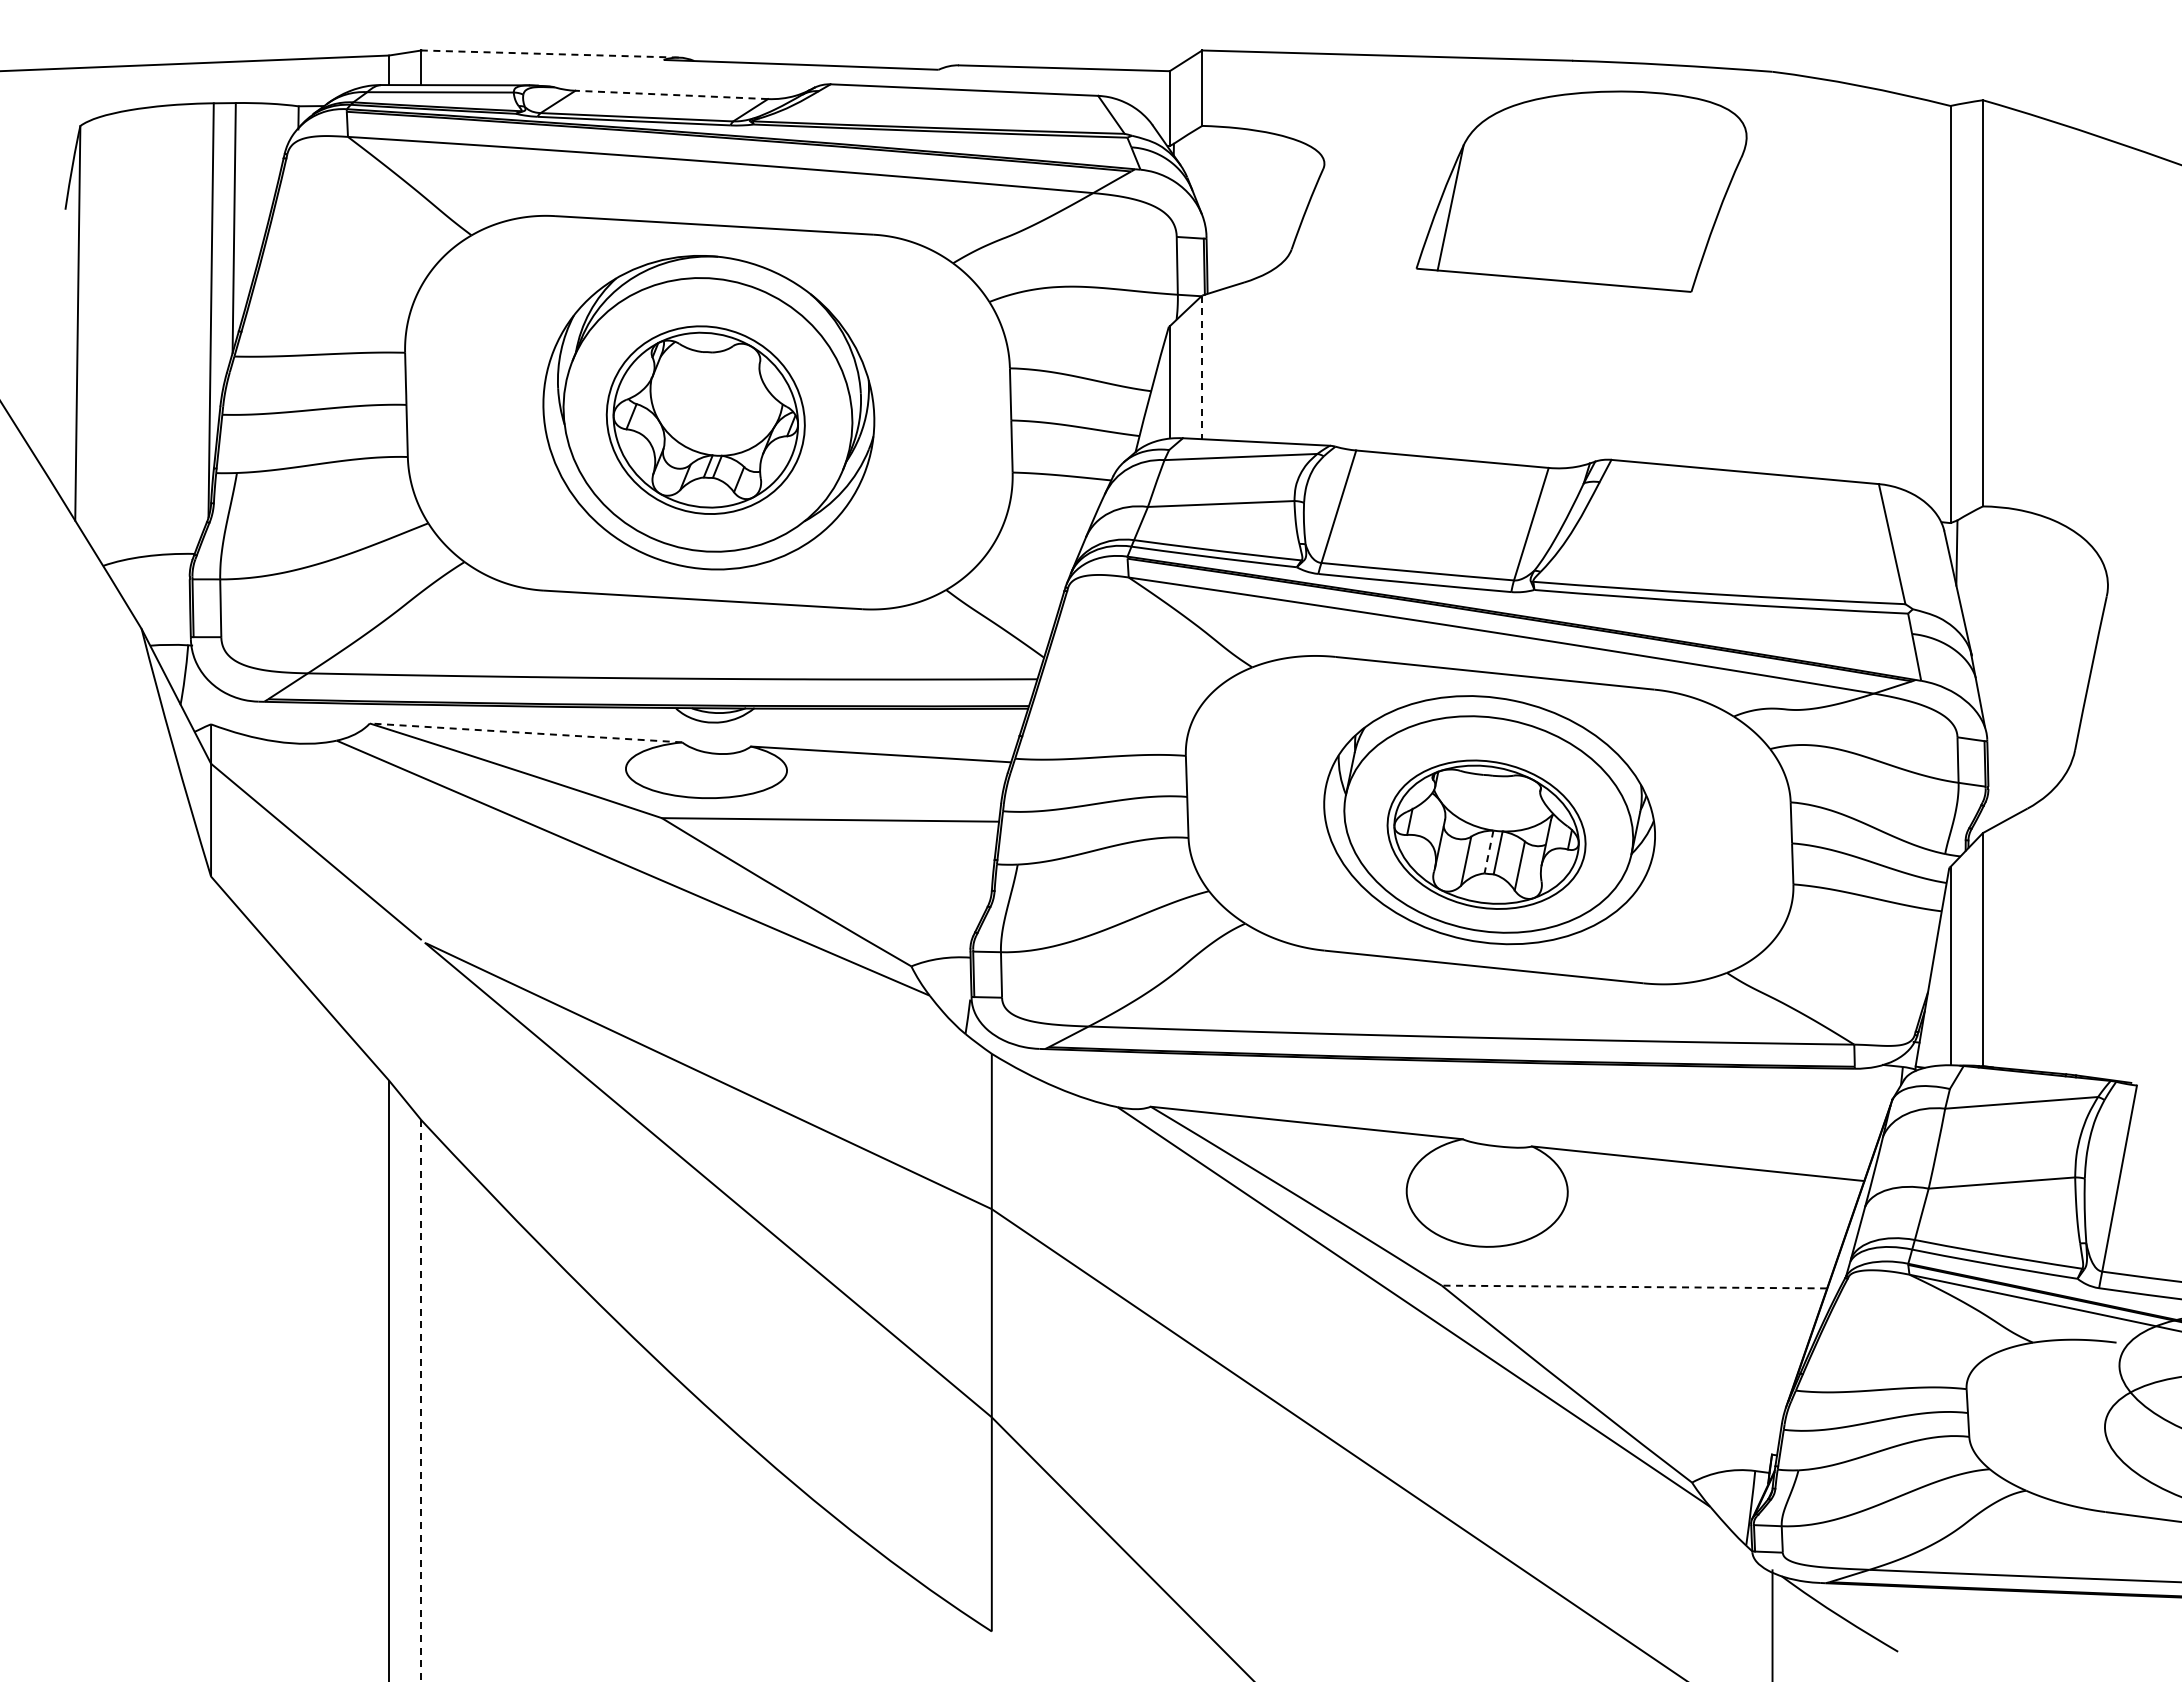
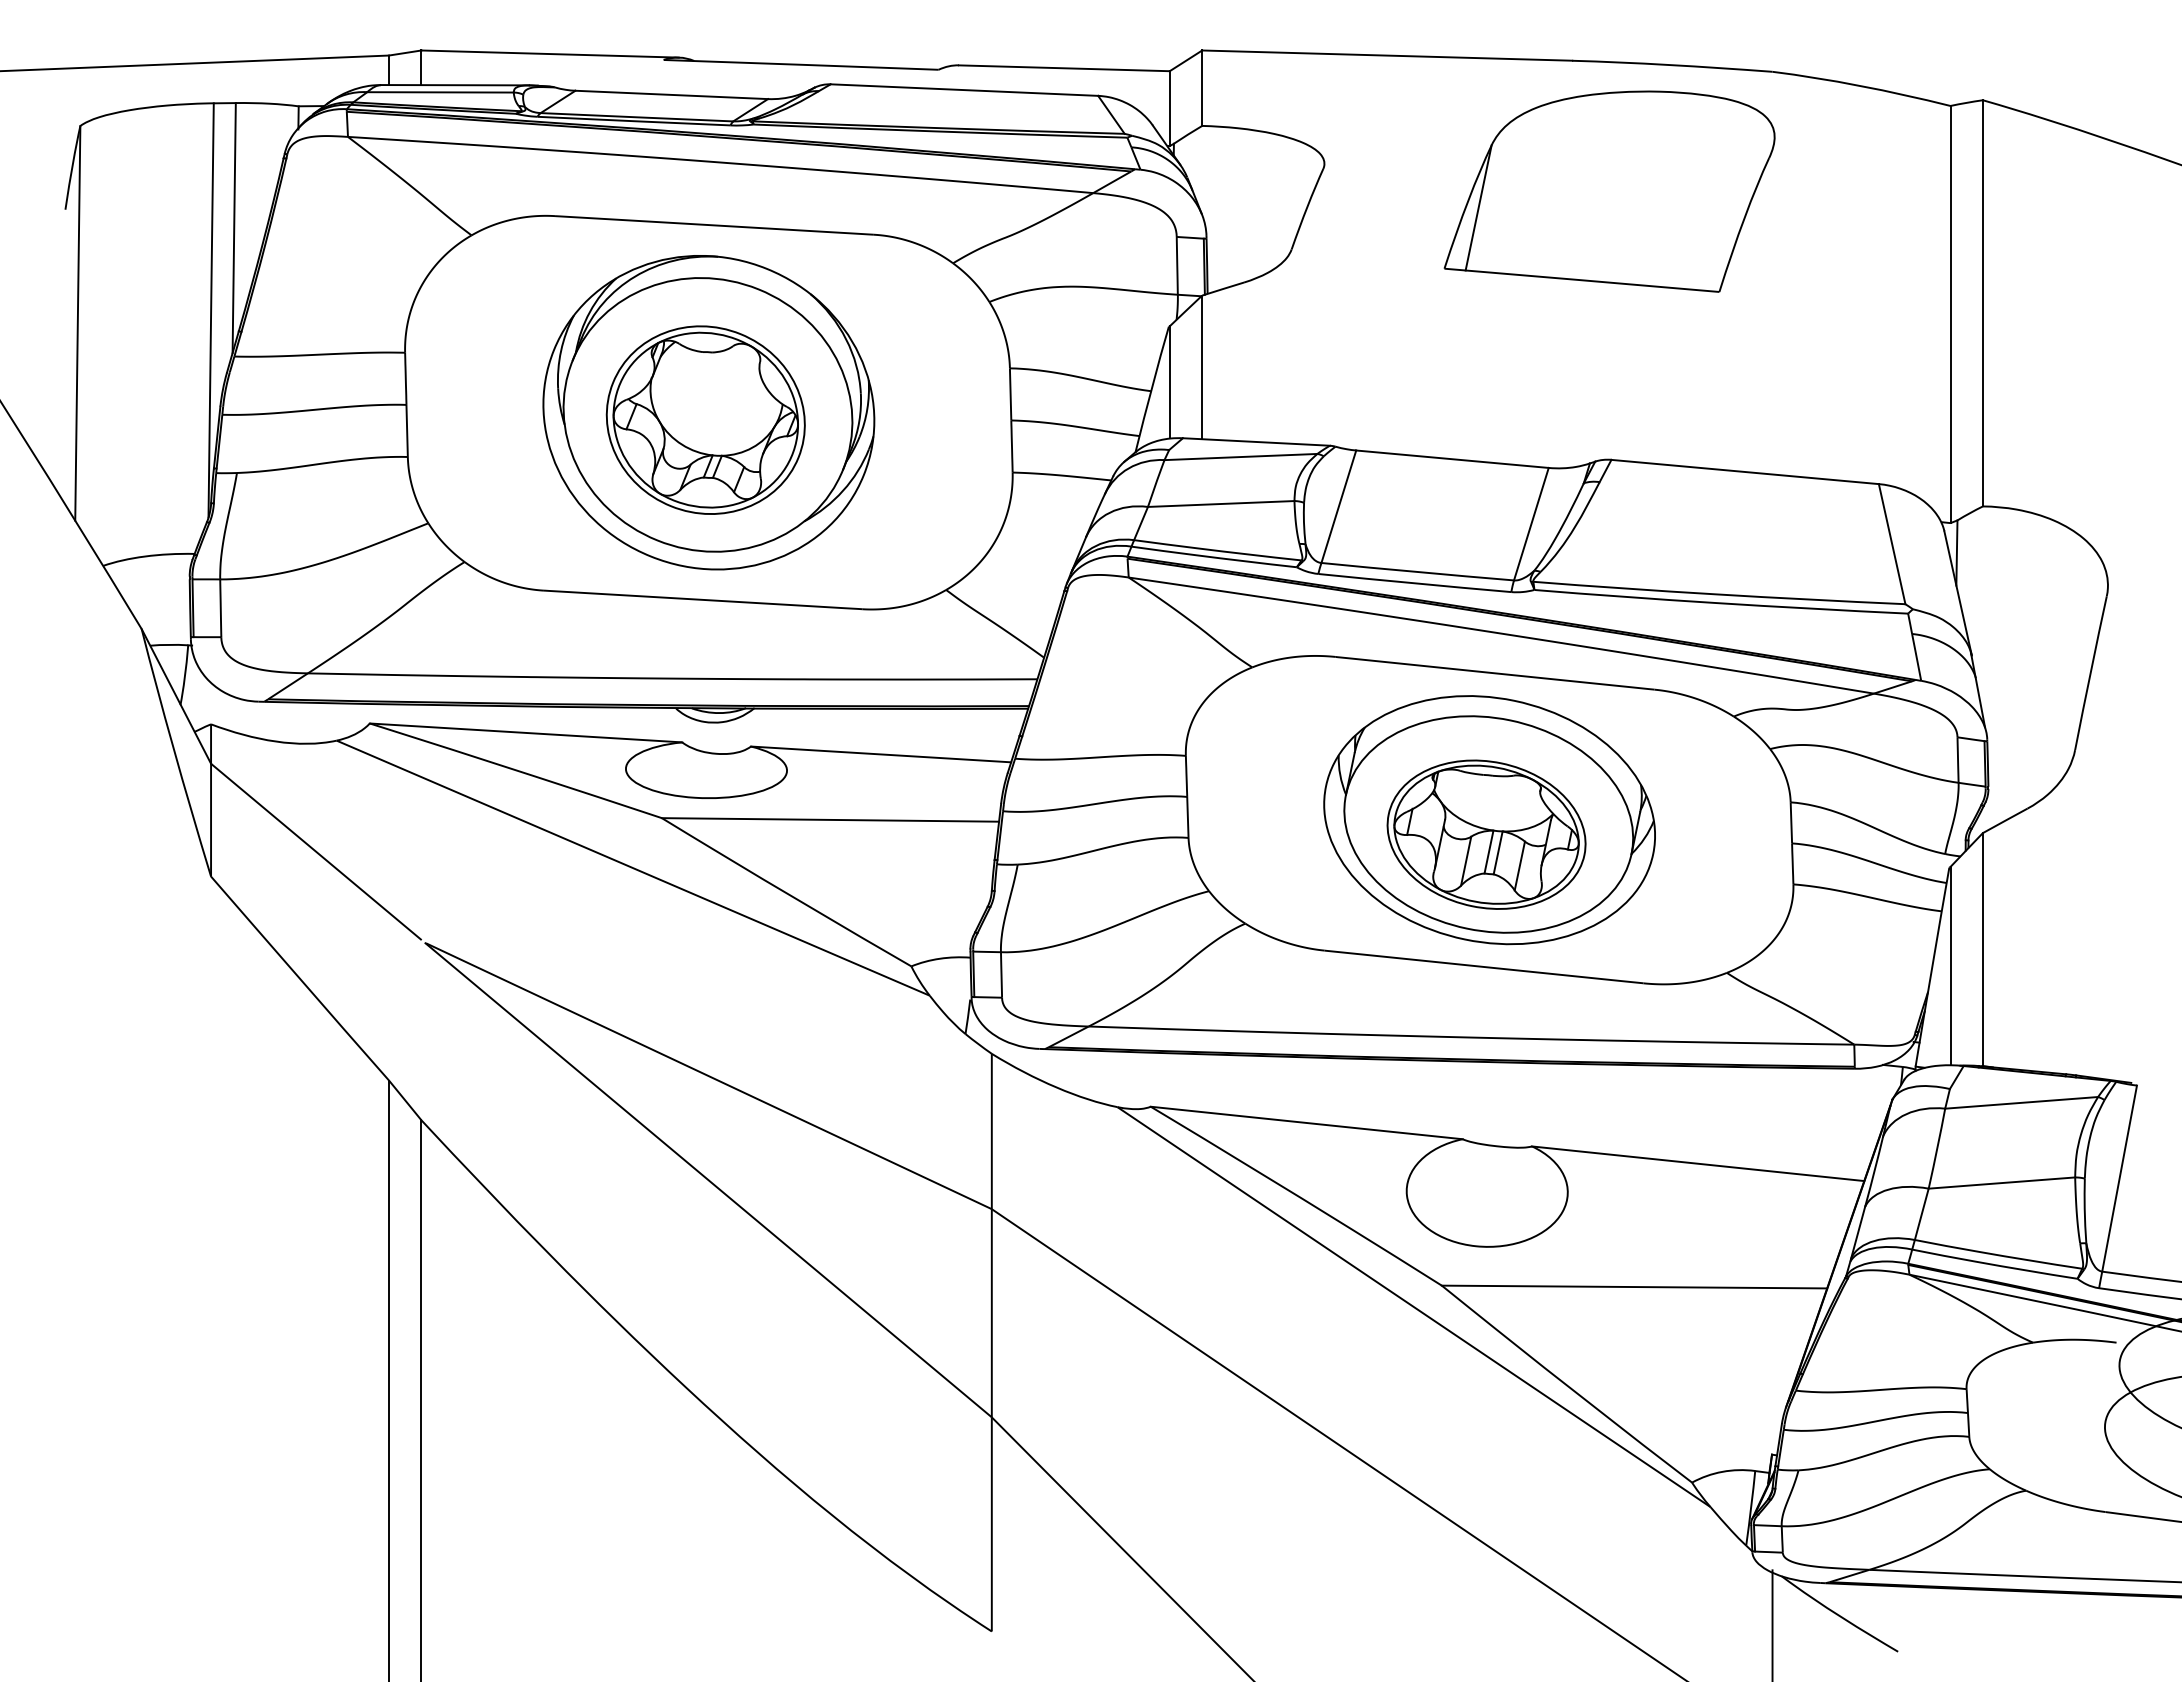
line at (550, 54): dashed -> solid
line at (671, 94): dashed -> solid
part at (1581, 191) position: (1581, 191) -> (1609, 191)
line at (1202, 367): dashed -> solid
line at (525, 732): dashed -> solid
line at (1489, 852): dashed -> solid
line at (1634, 1287): dashed -> solid
line at (421, 1401): dashed -> solid
